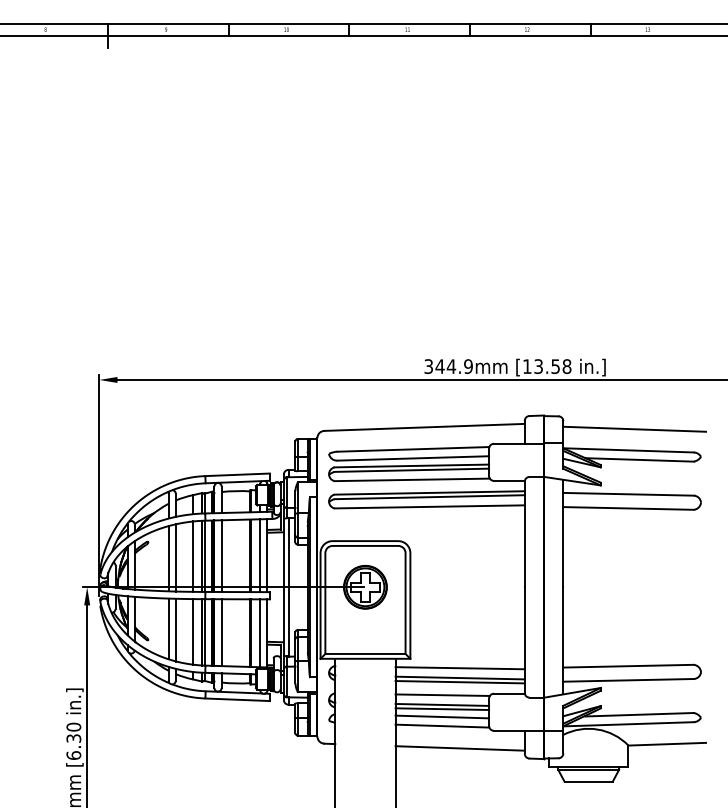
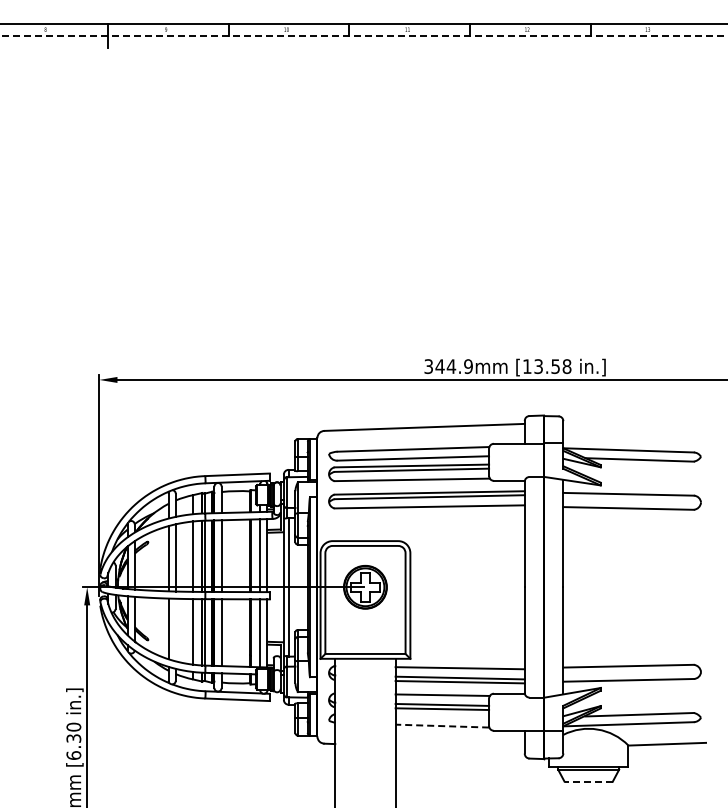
line at (363, 36): solid -> dashed
line at (634, 428): present -> none
line at (175, 629): present -> none
line at (442, 716): present -> none
line at (442, 726): solid -> dashed
line at (459, 748): present -> none
line at (588, 781): solid -> dashed
